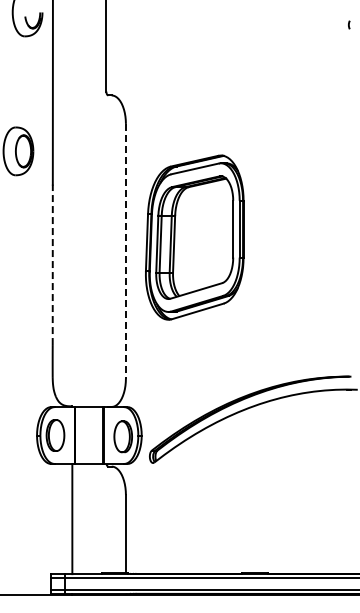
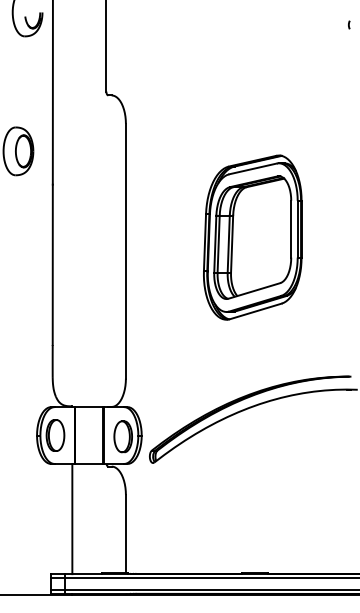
part at (194, 237) position: (194, 237) -> (252, 237)
line at (125, 251): dashed -> solid
line at (52, 264): dashed -> solid
